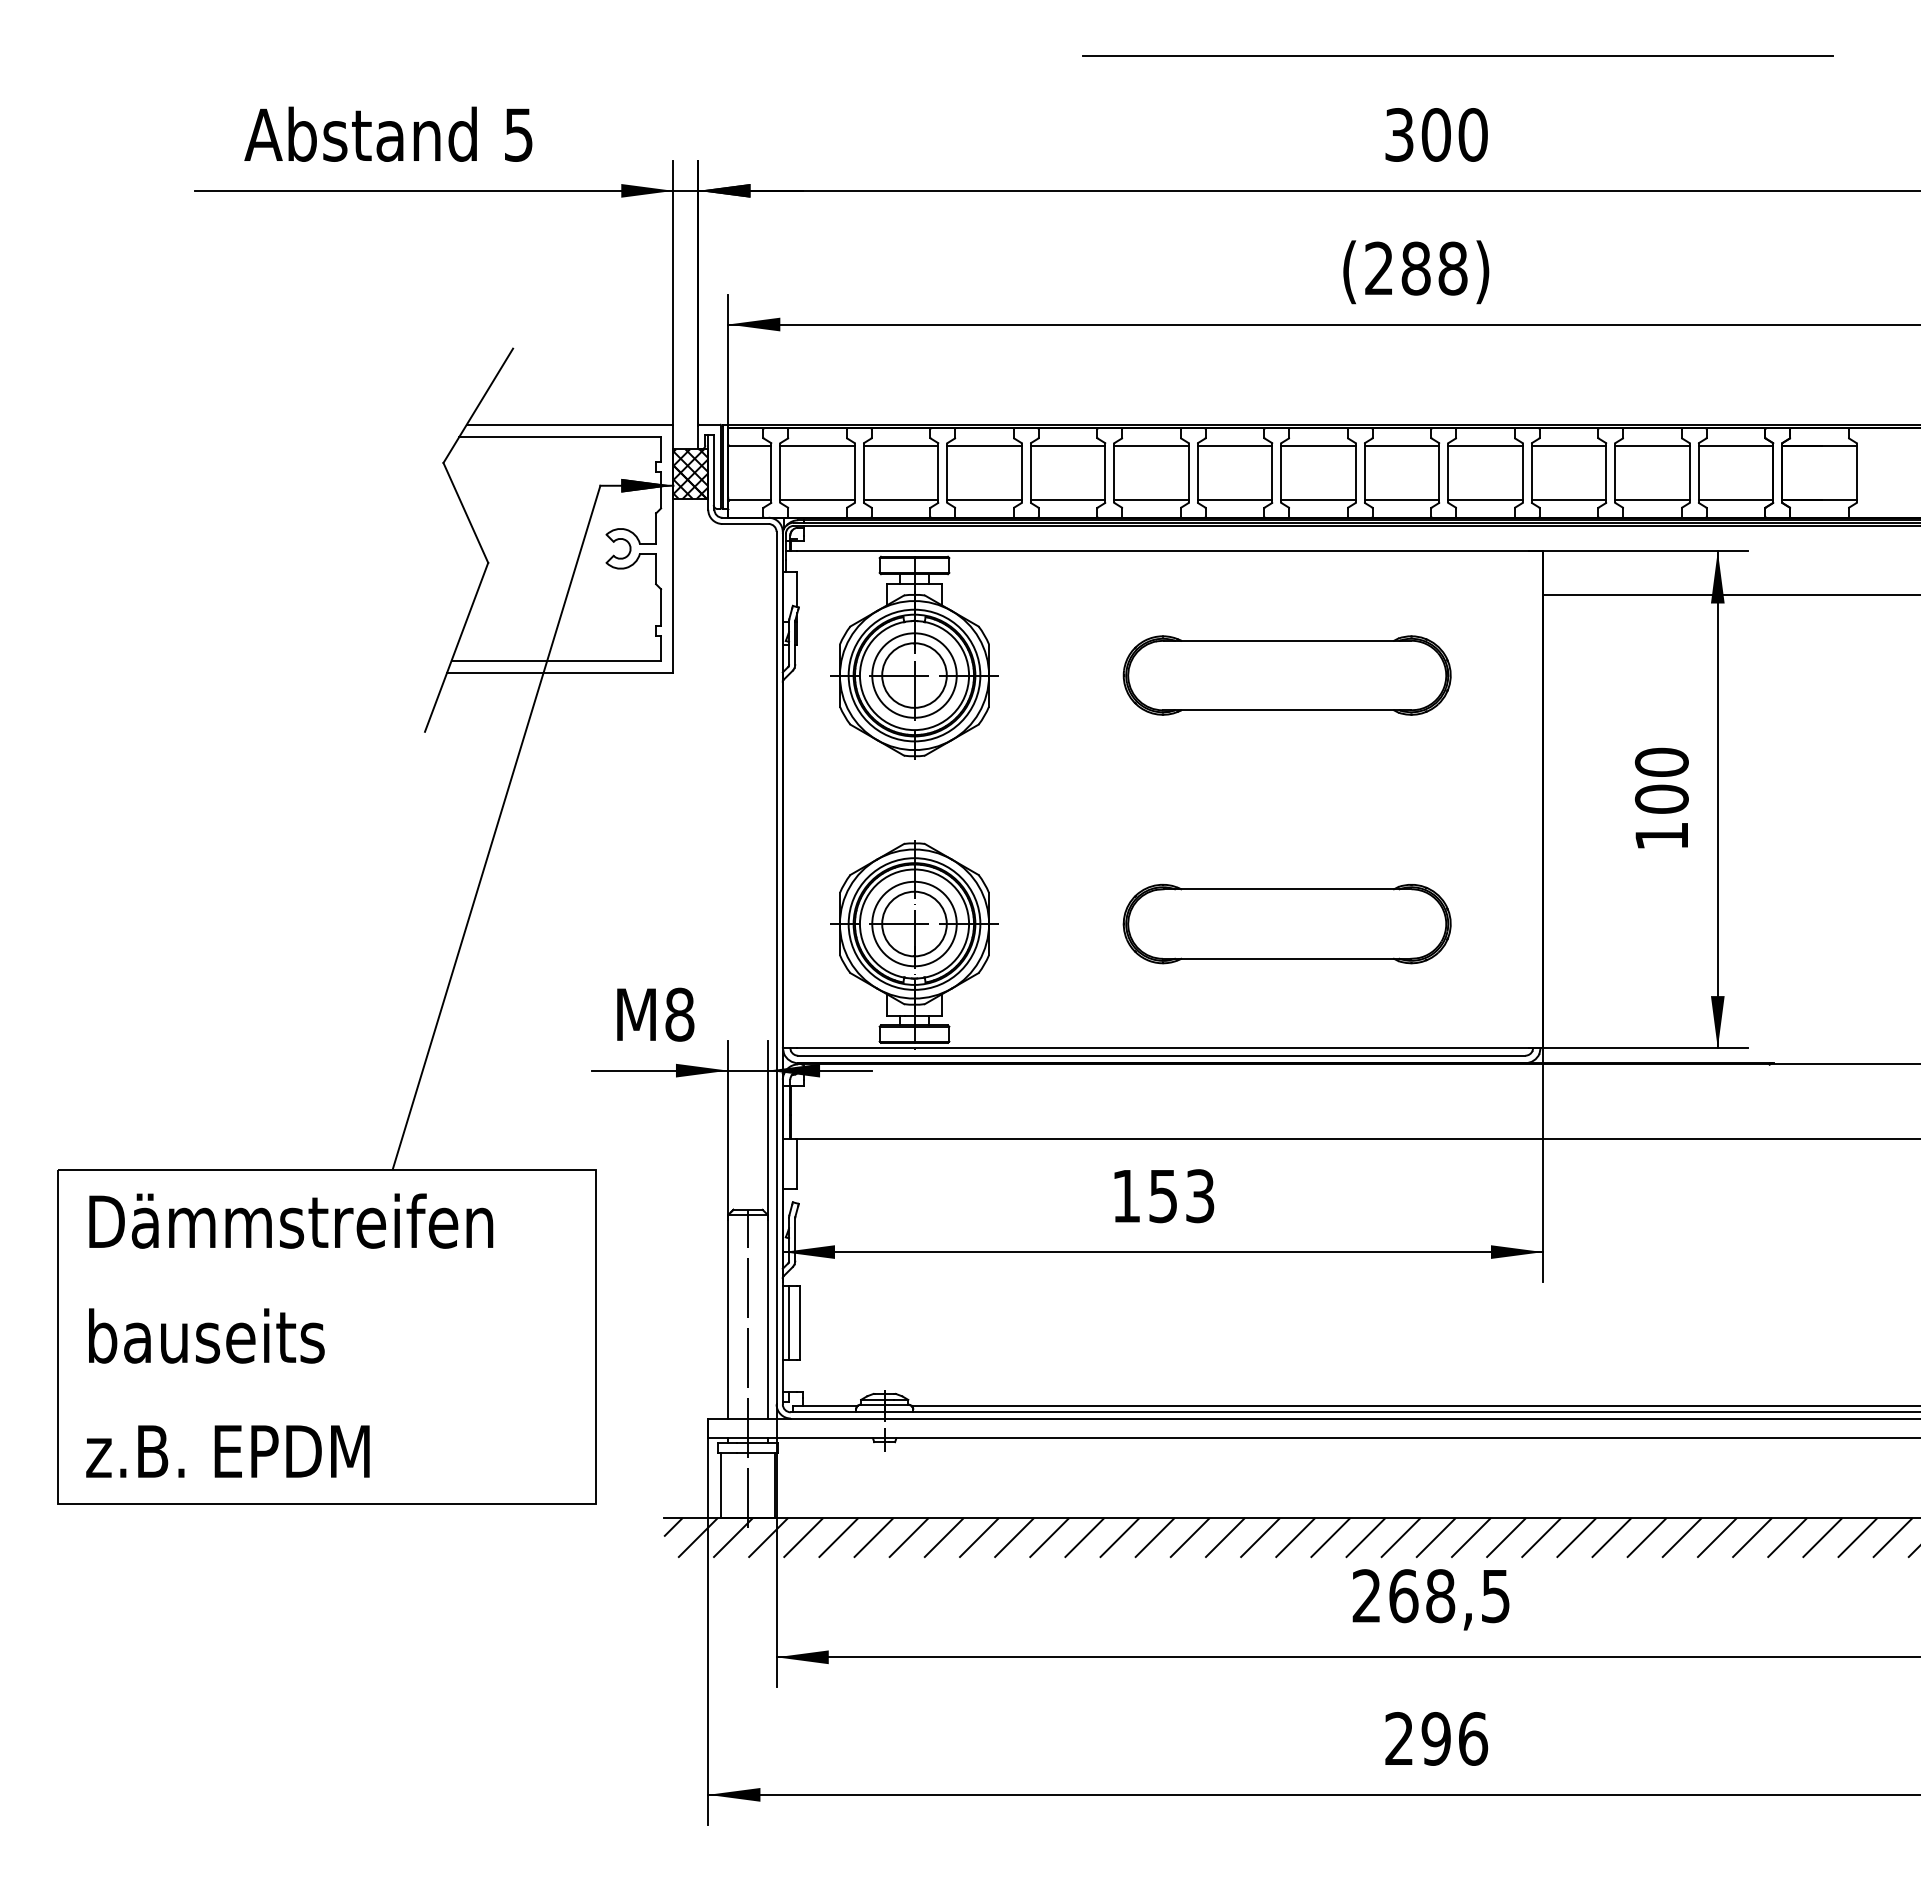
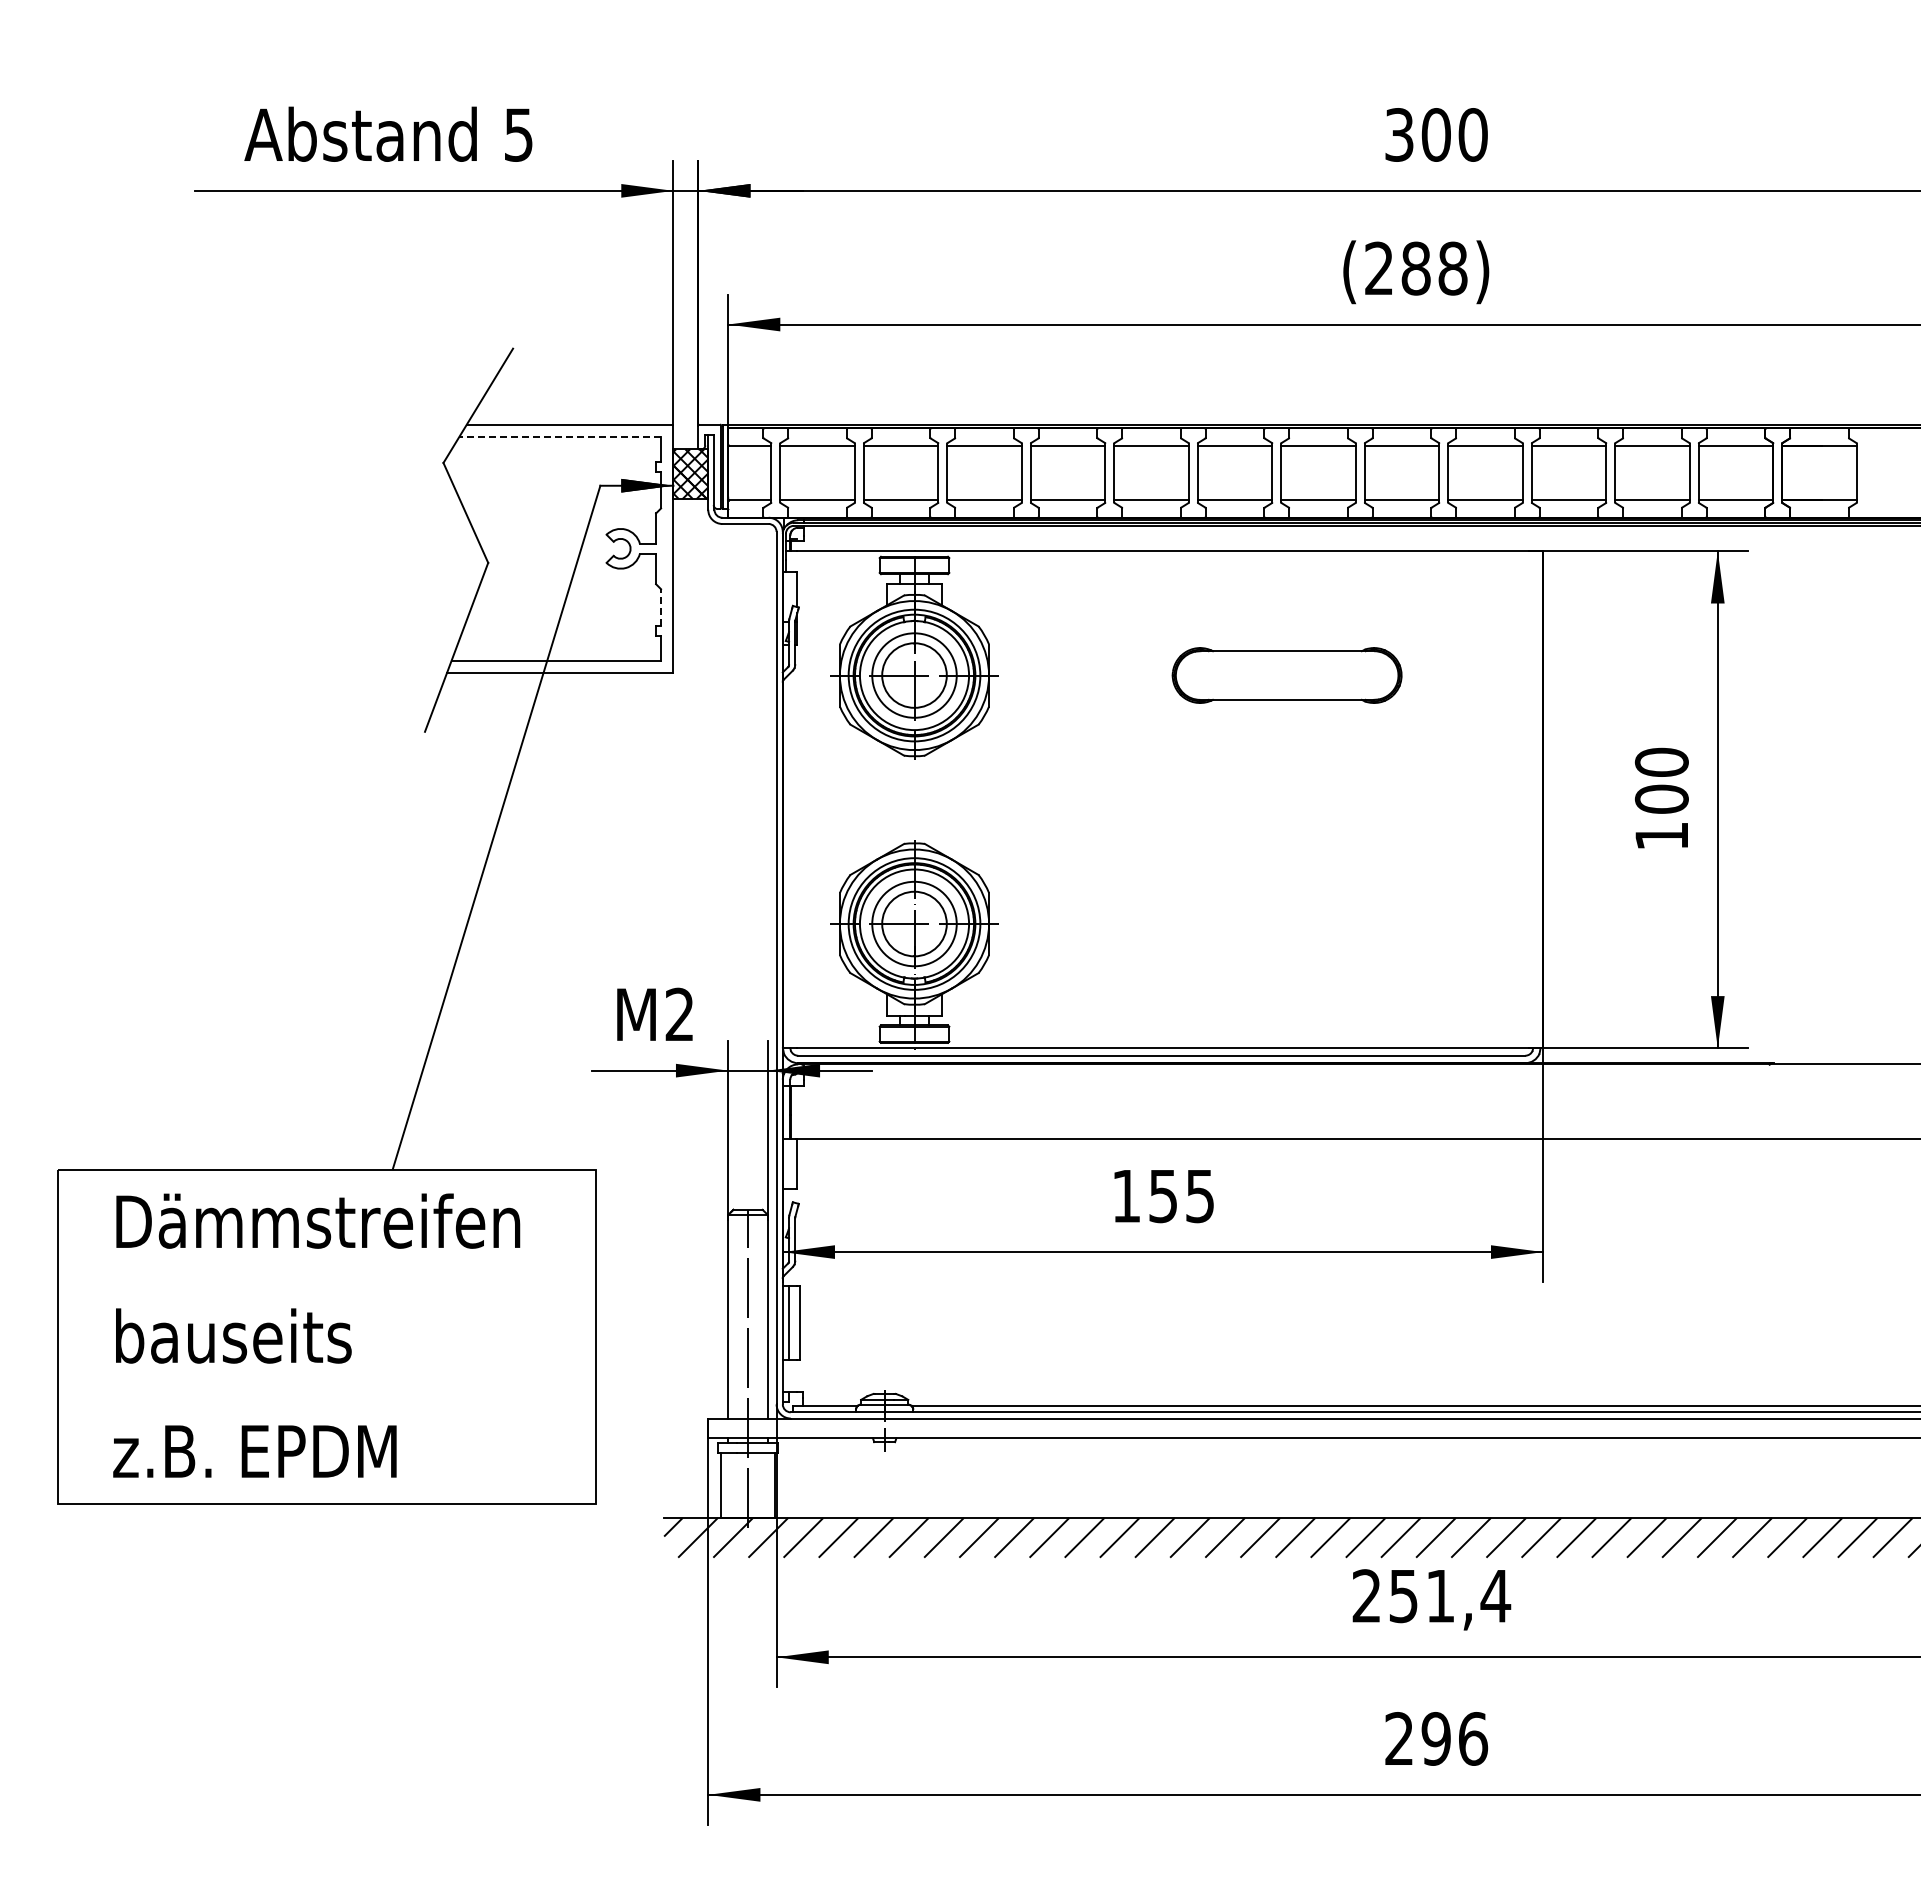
line at (1457, 56): present -> none
line at (560, 437): solid -> dashed
line at (1730, 594): present -> none
line at (661, 607): solid -> dashed
part at (1286, 675) size: 330x81 px -> 232x57 px
part at (1286, 923): present -> none
text at (679, 1014): 8 -> 2
text at (1200, 1195): 153 -> 155
text at (289, 1335) position: (289, 1335) -> (316, 1335)
text at (1450, 1596): 268,5 -> 251,4
